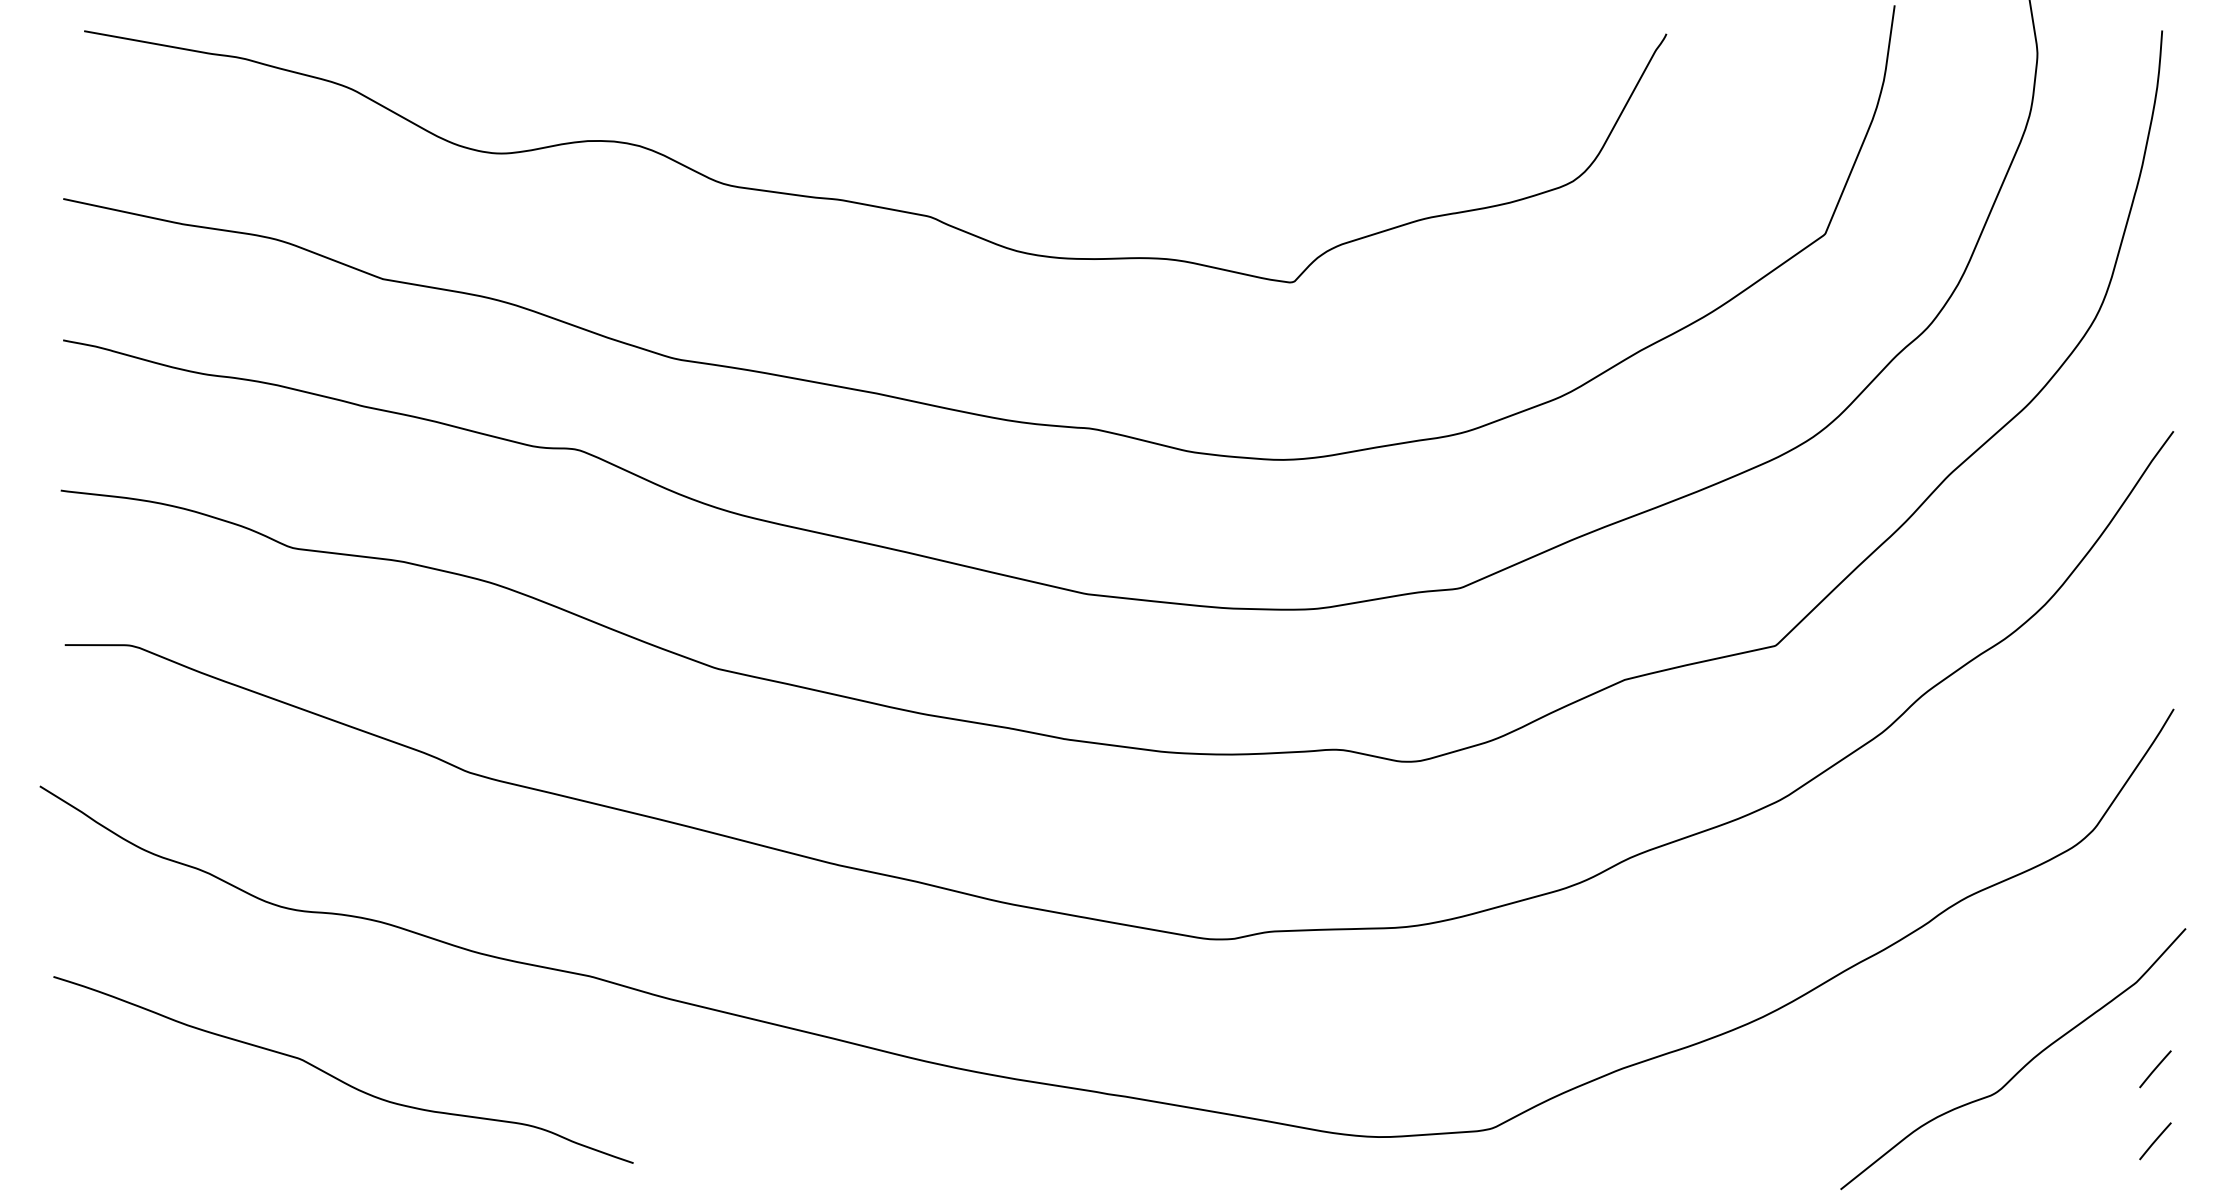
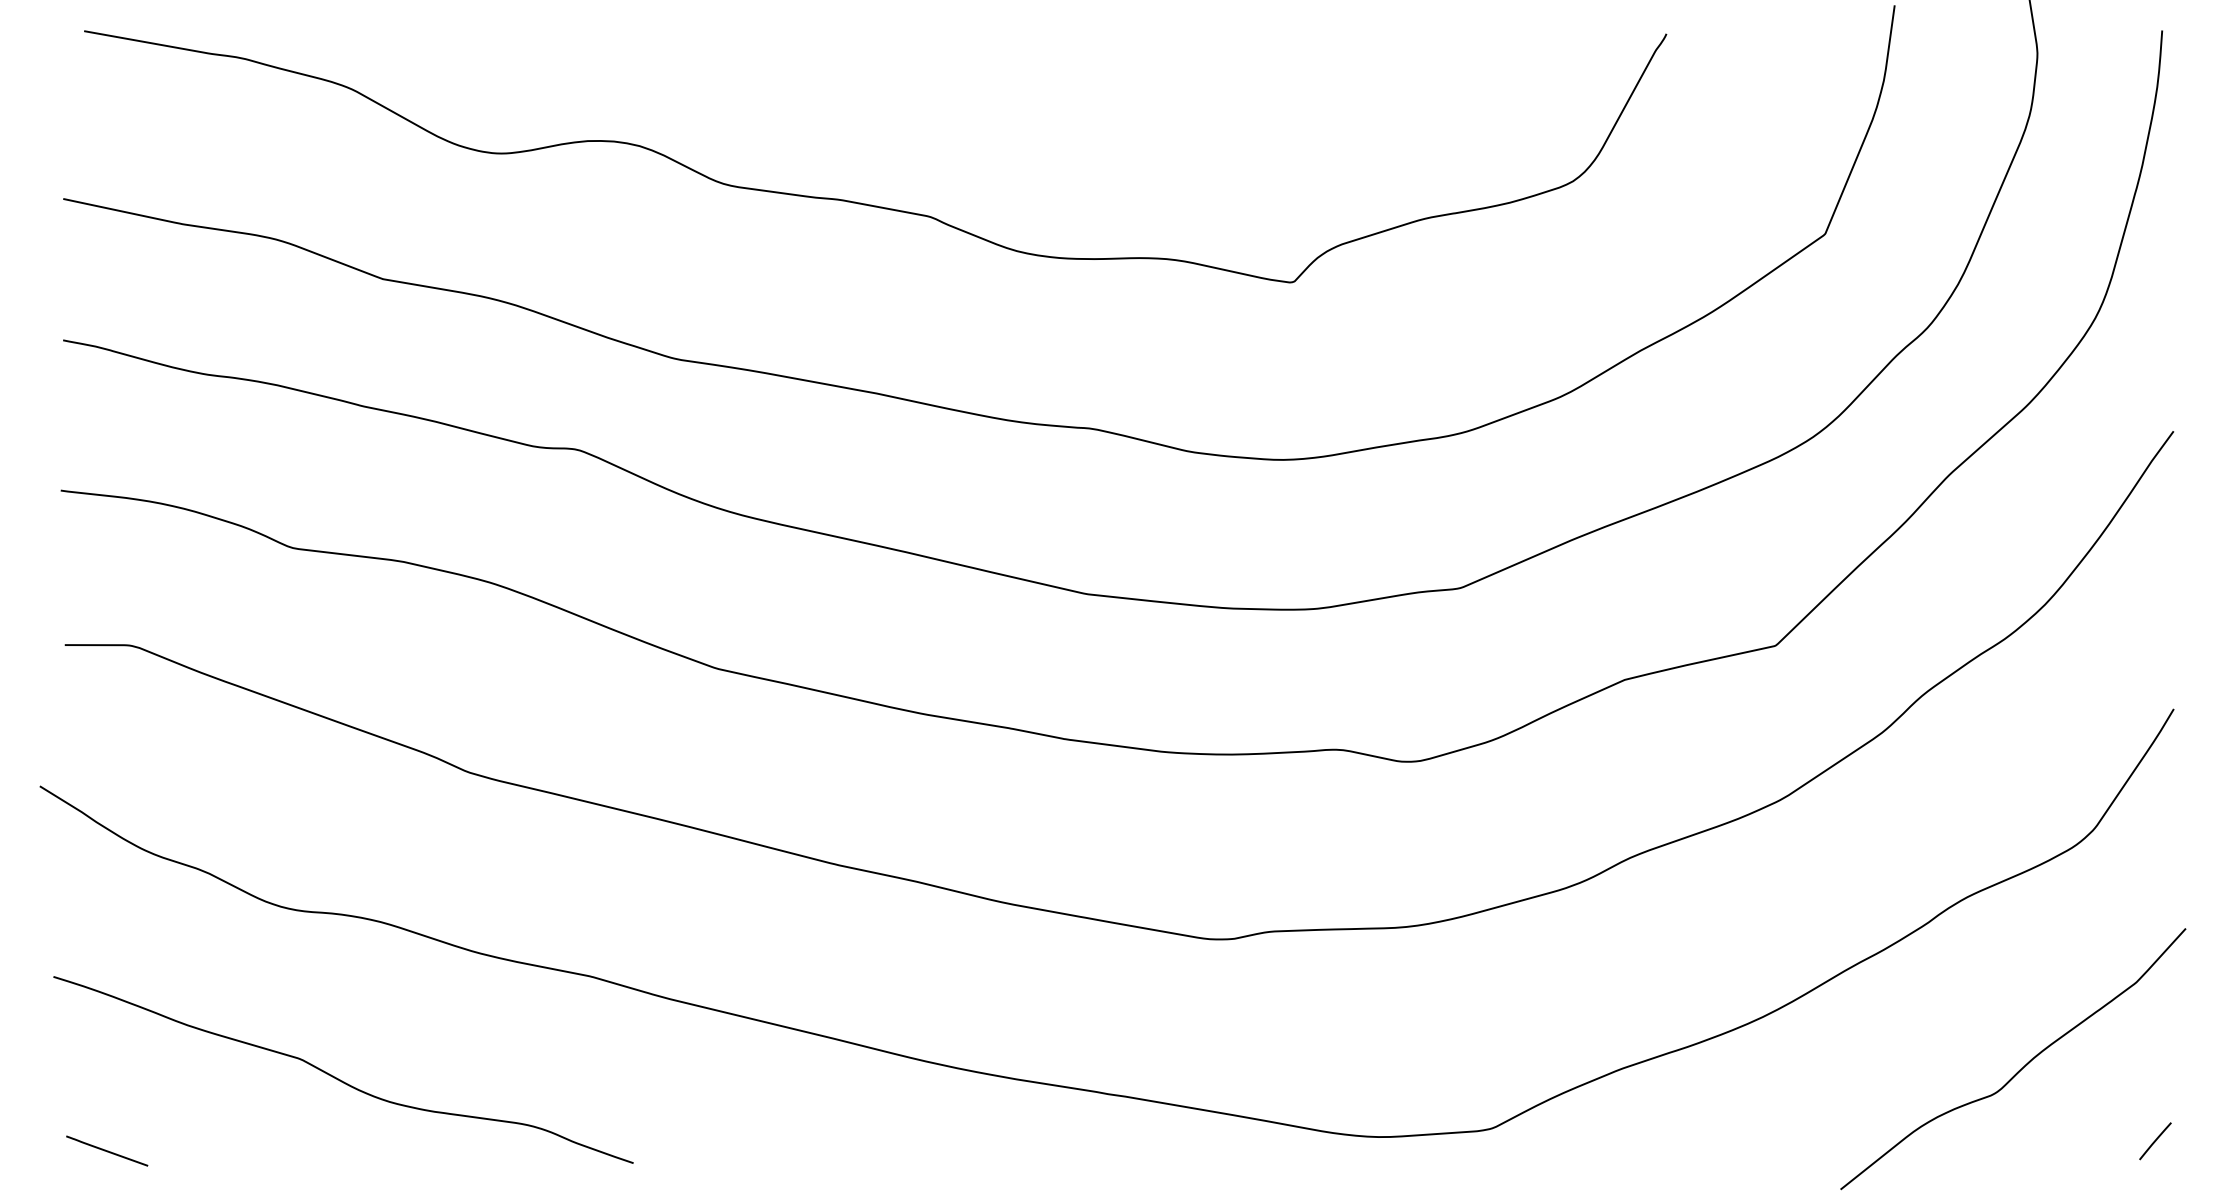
line at (2155, 1069): present -> none
line at (107, 1150): none -> present
